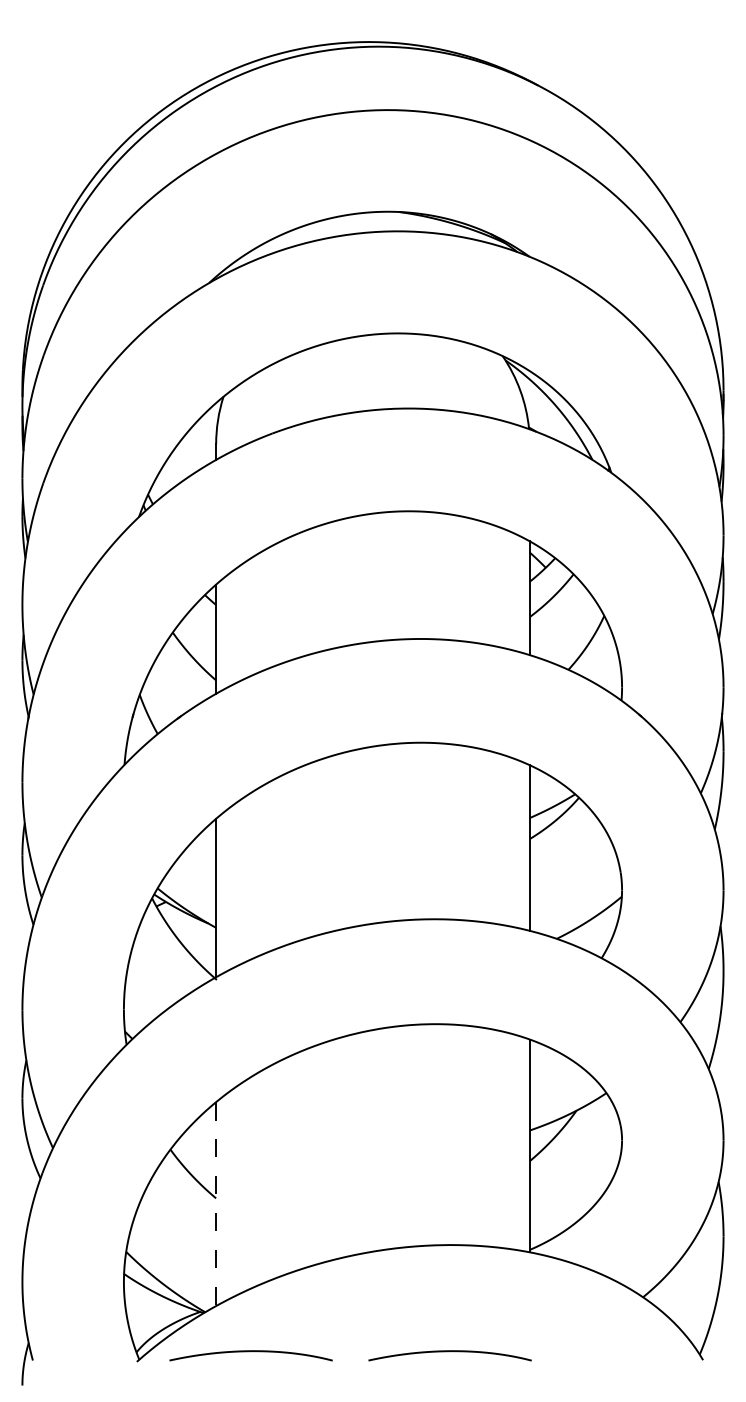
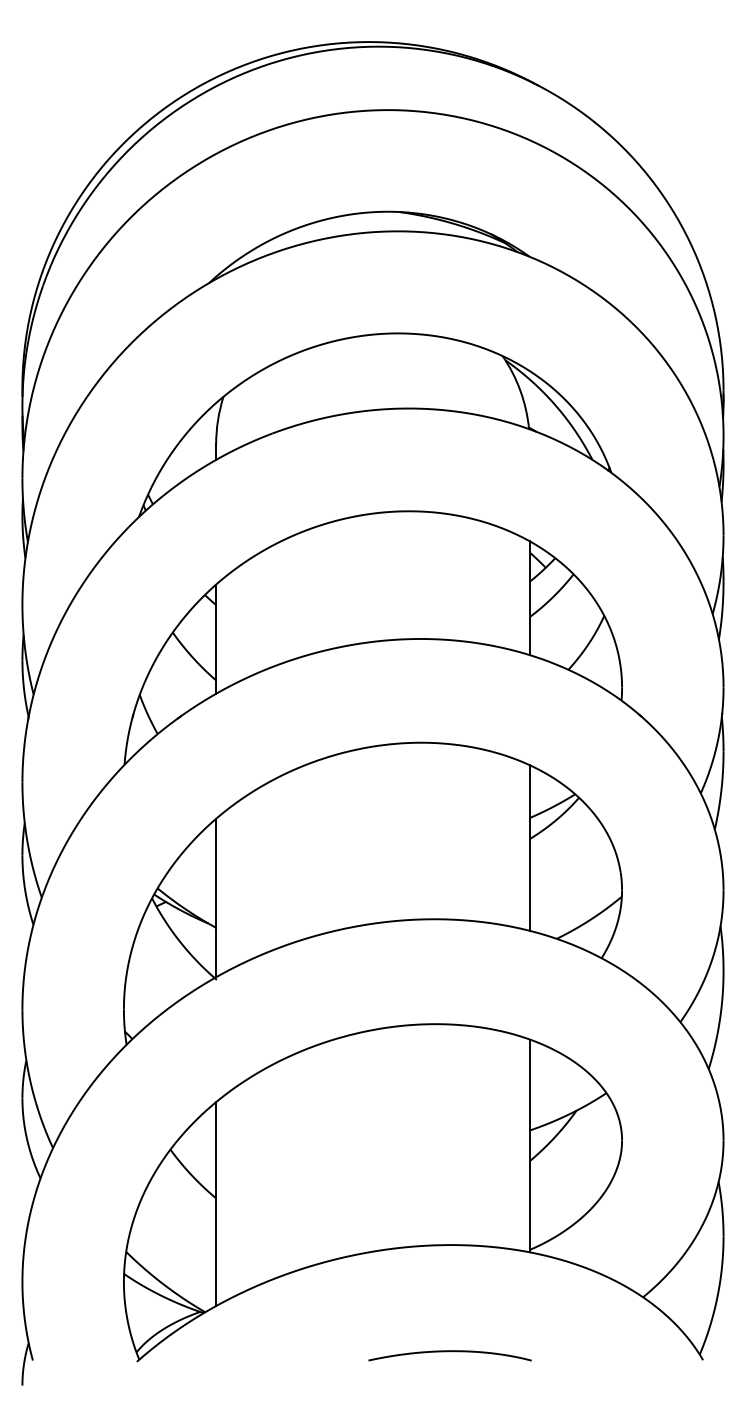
line at (216, 1204): dashed -> solid
curve at (250, 1352): present -> none
